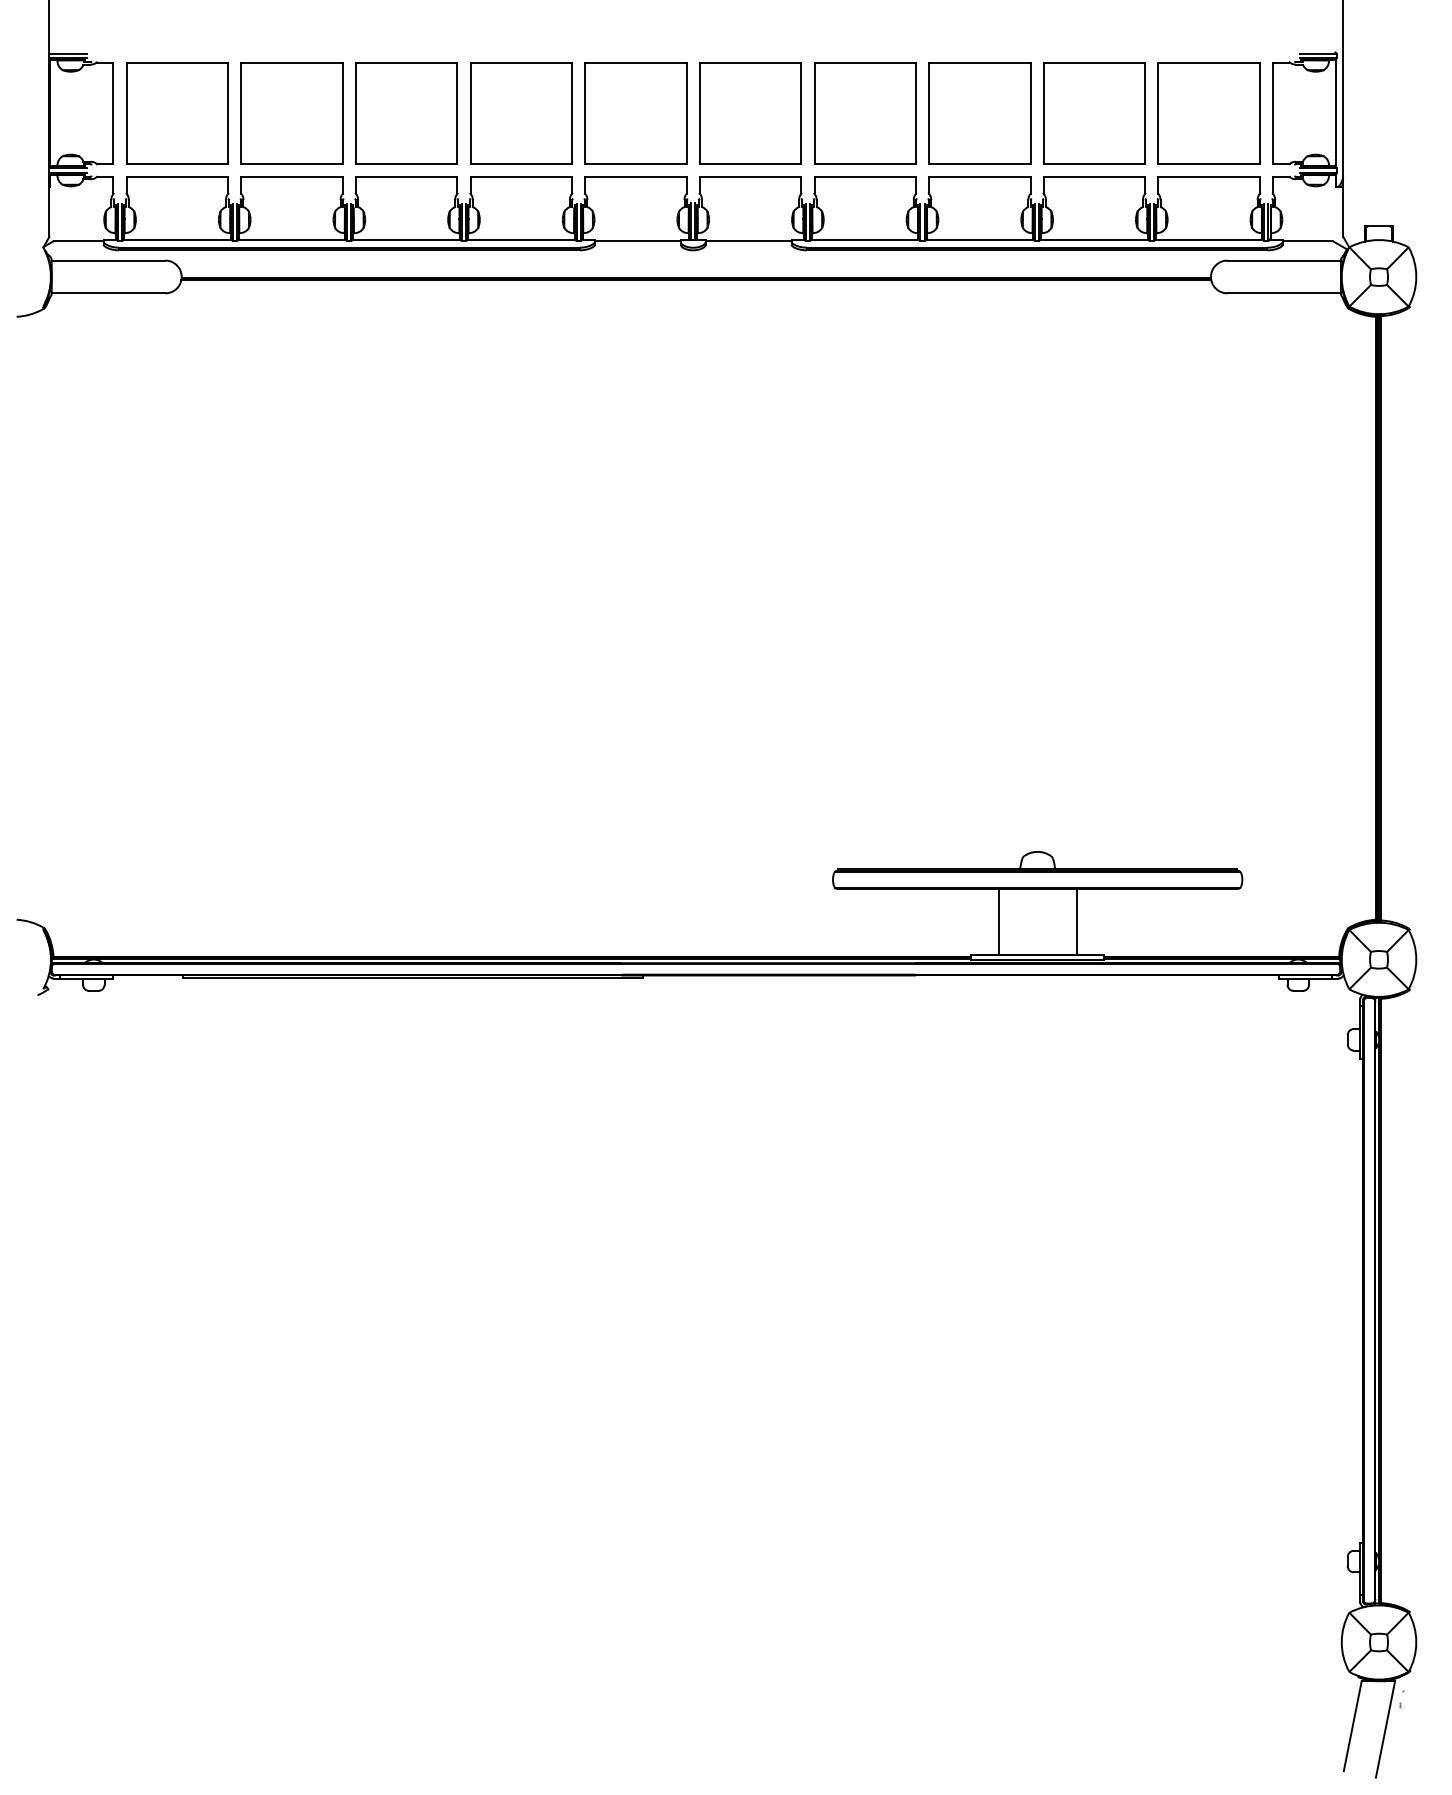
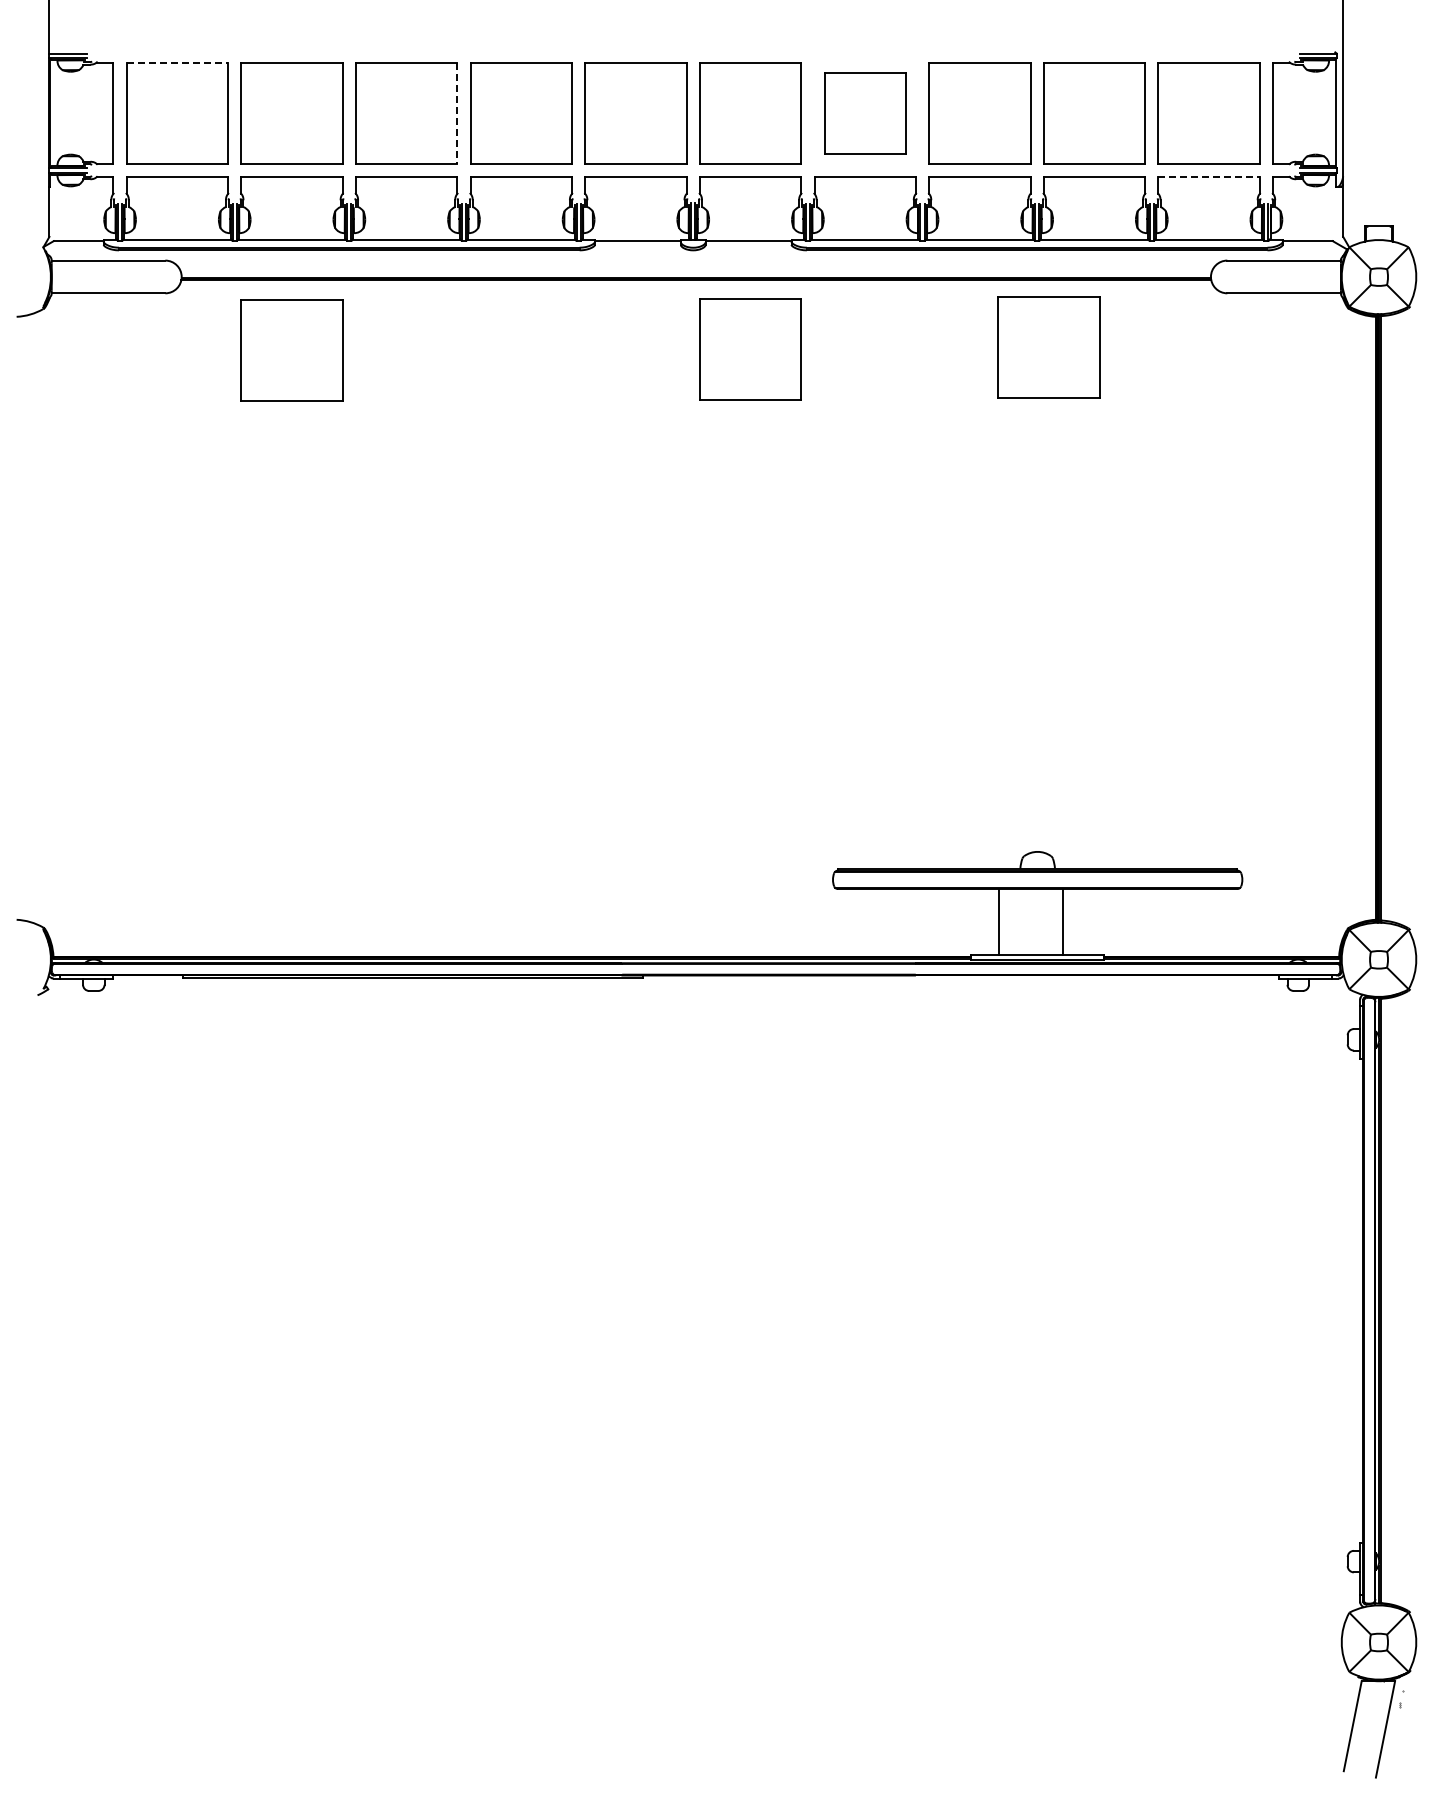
line at (177, 62): solid -> dashed
line at (457, 113): solid -> dashed
part at (865, 113) size: 103x103 px -> 83x83 px
line at (1209, 177): solid -> dashed
part at (1048, 347): none -> present
part at (750, 349): none -> present
part at (291, 350): none -> present
line at (1076, 921) position: (1076, 921) -> (1062, 921)
